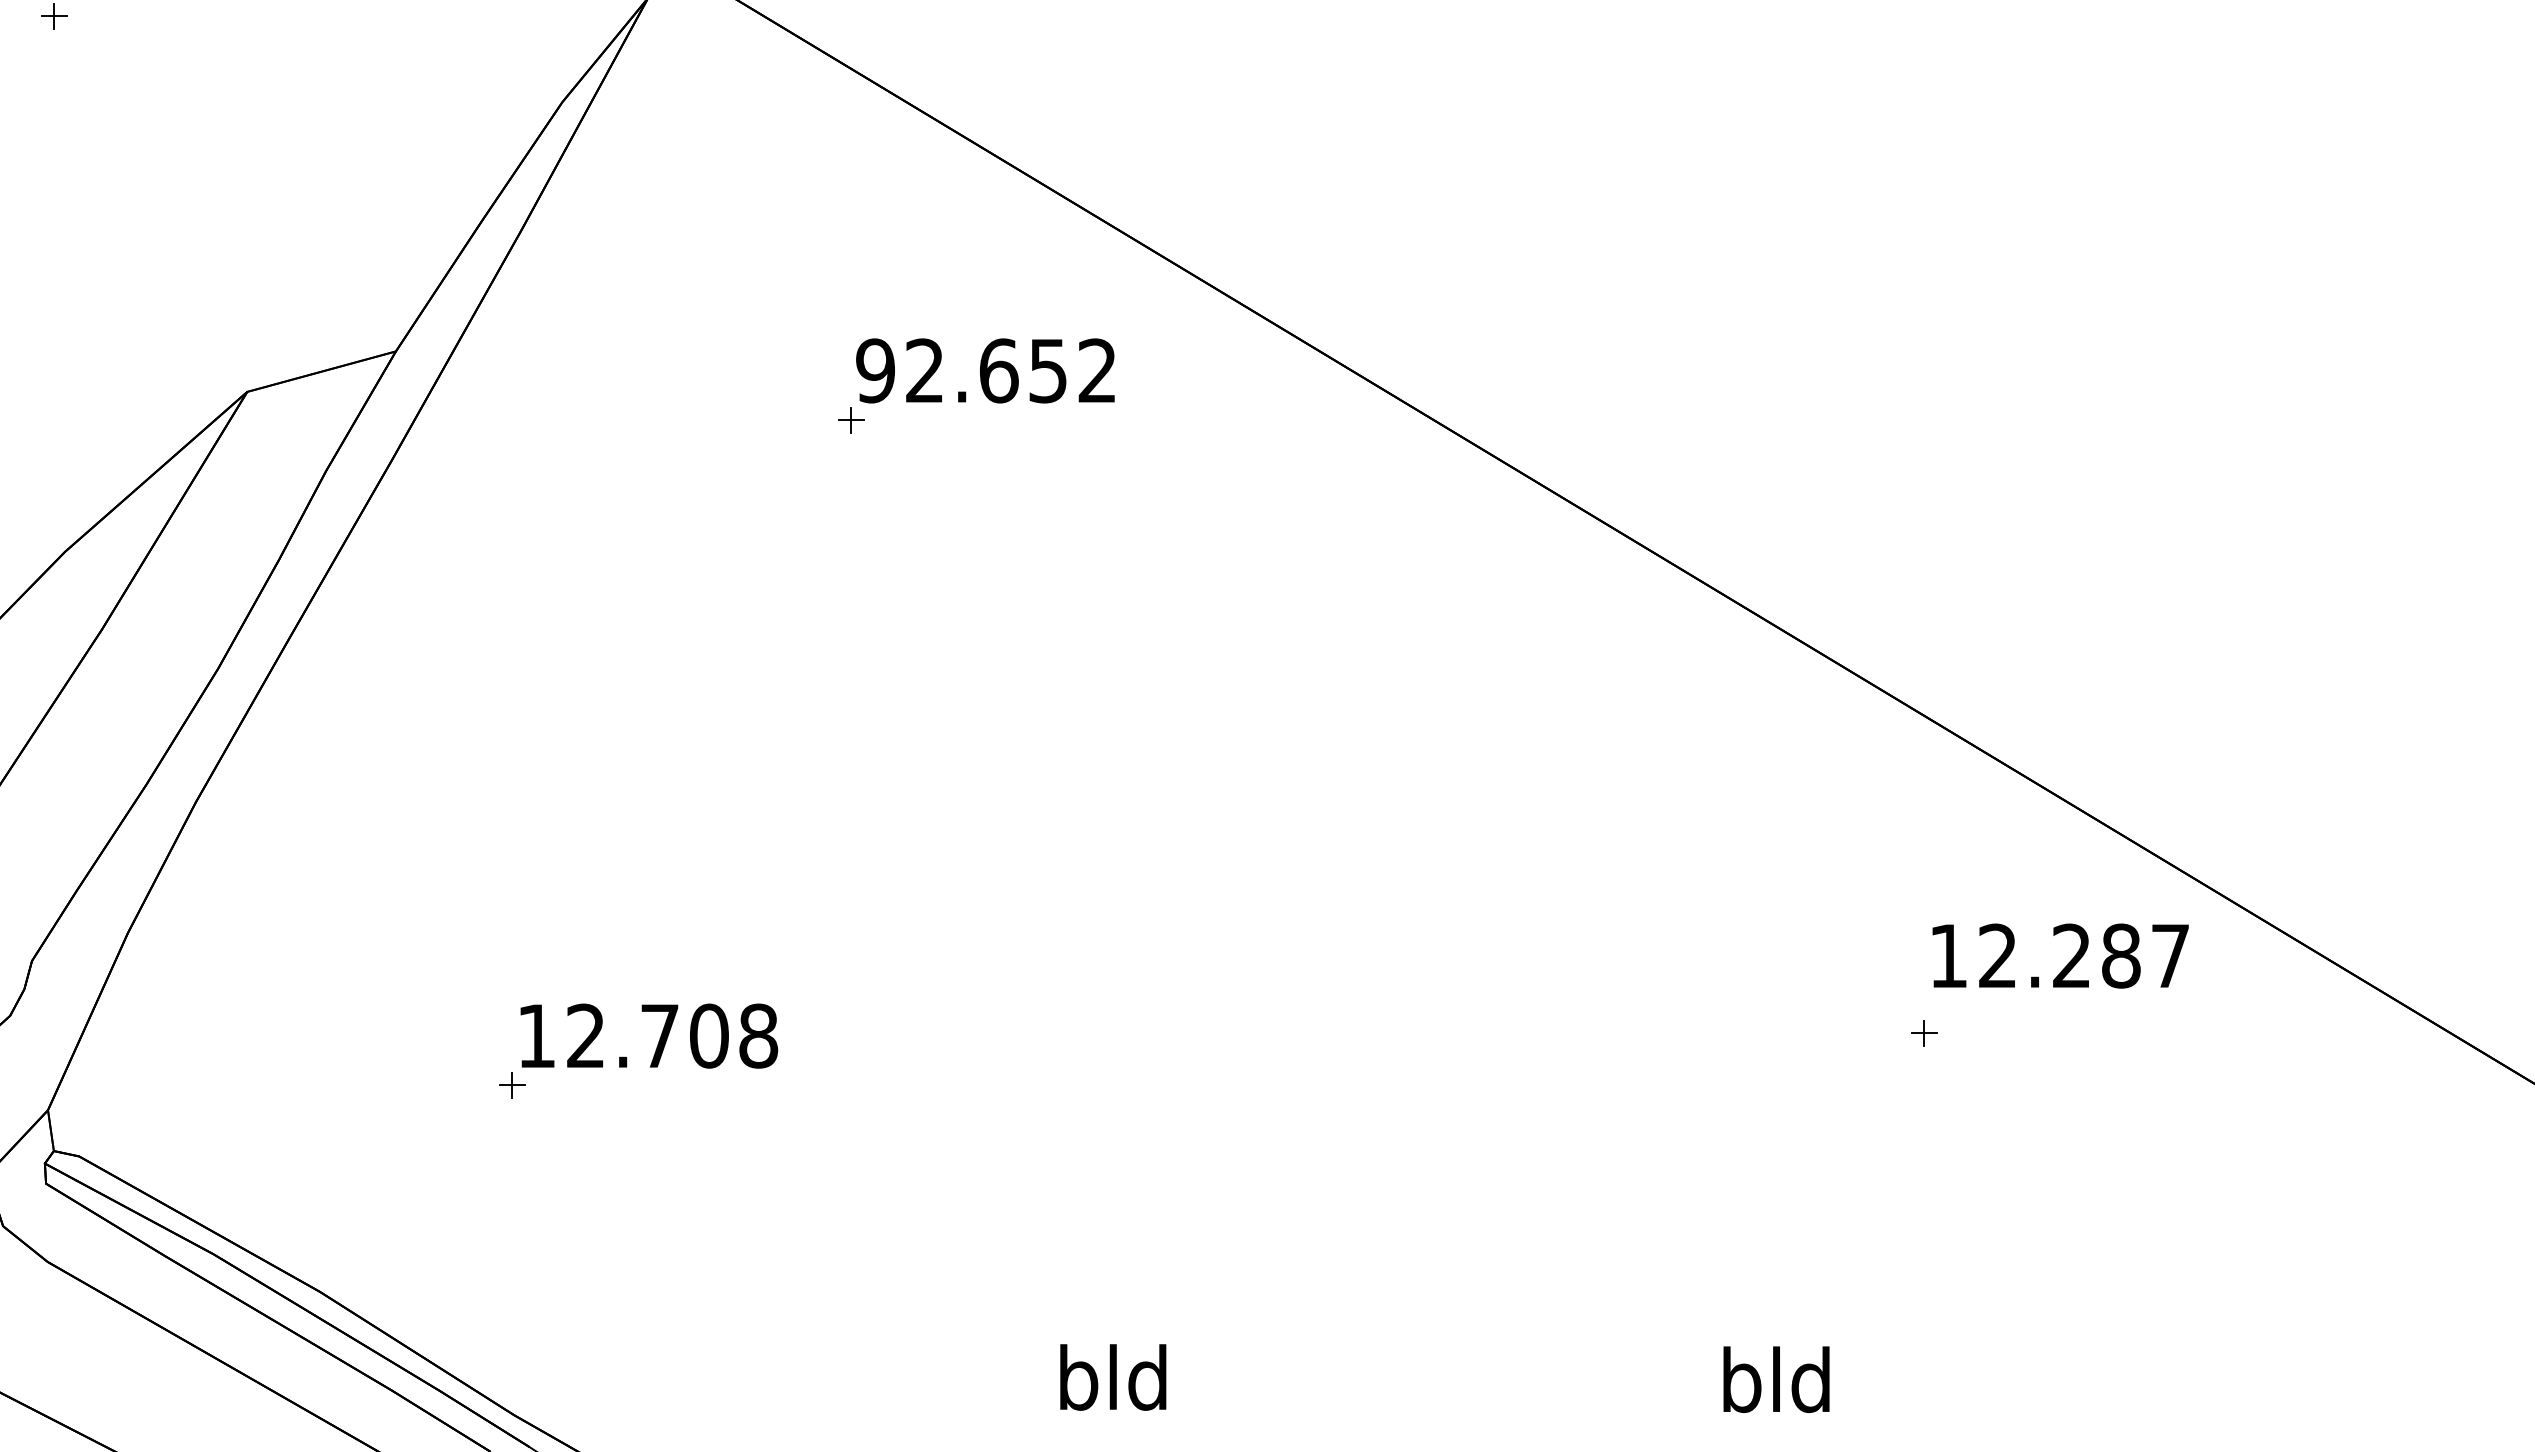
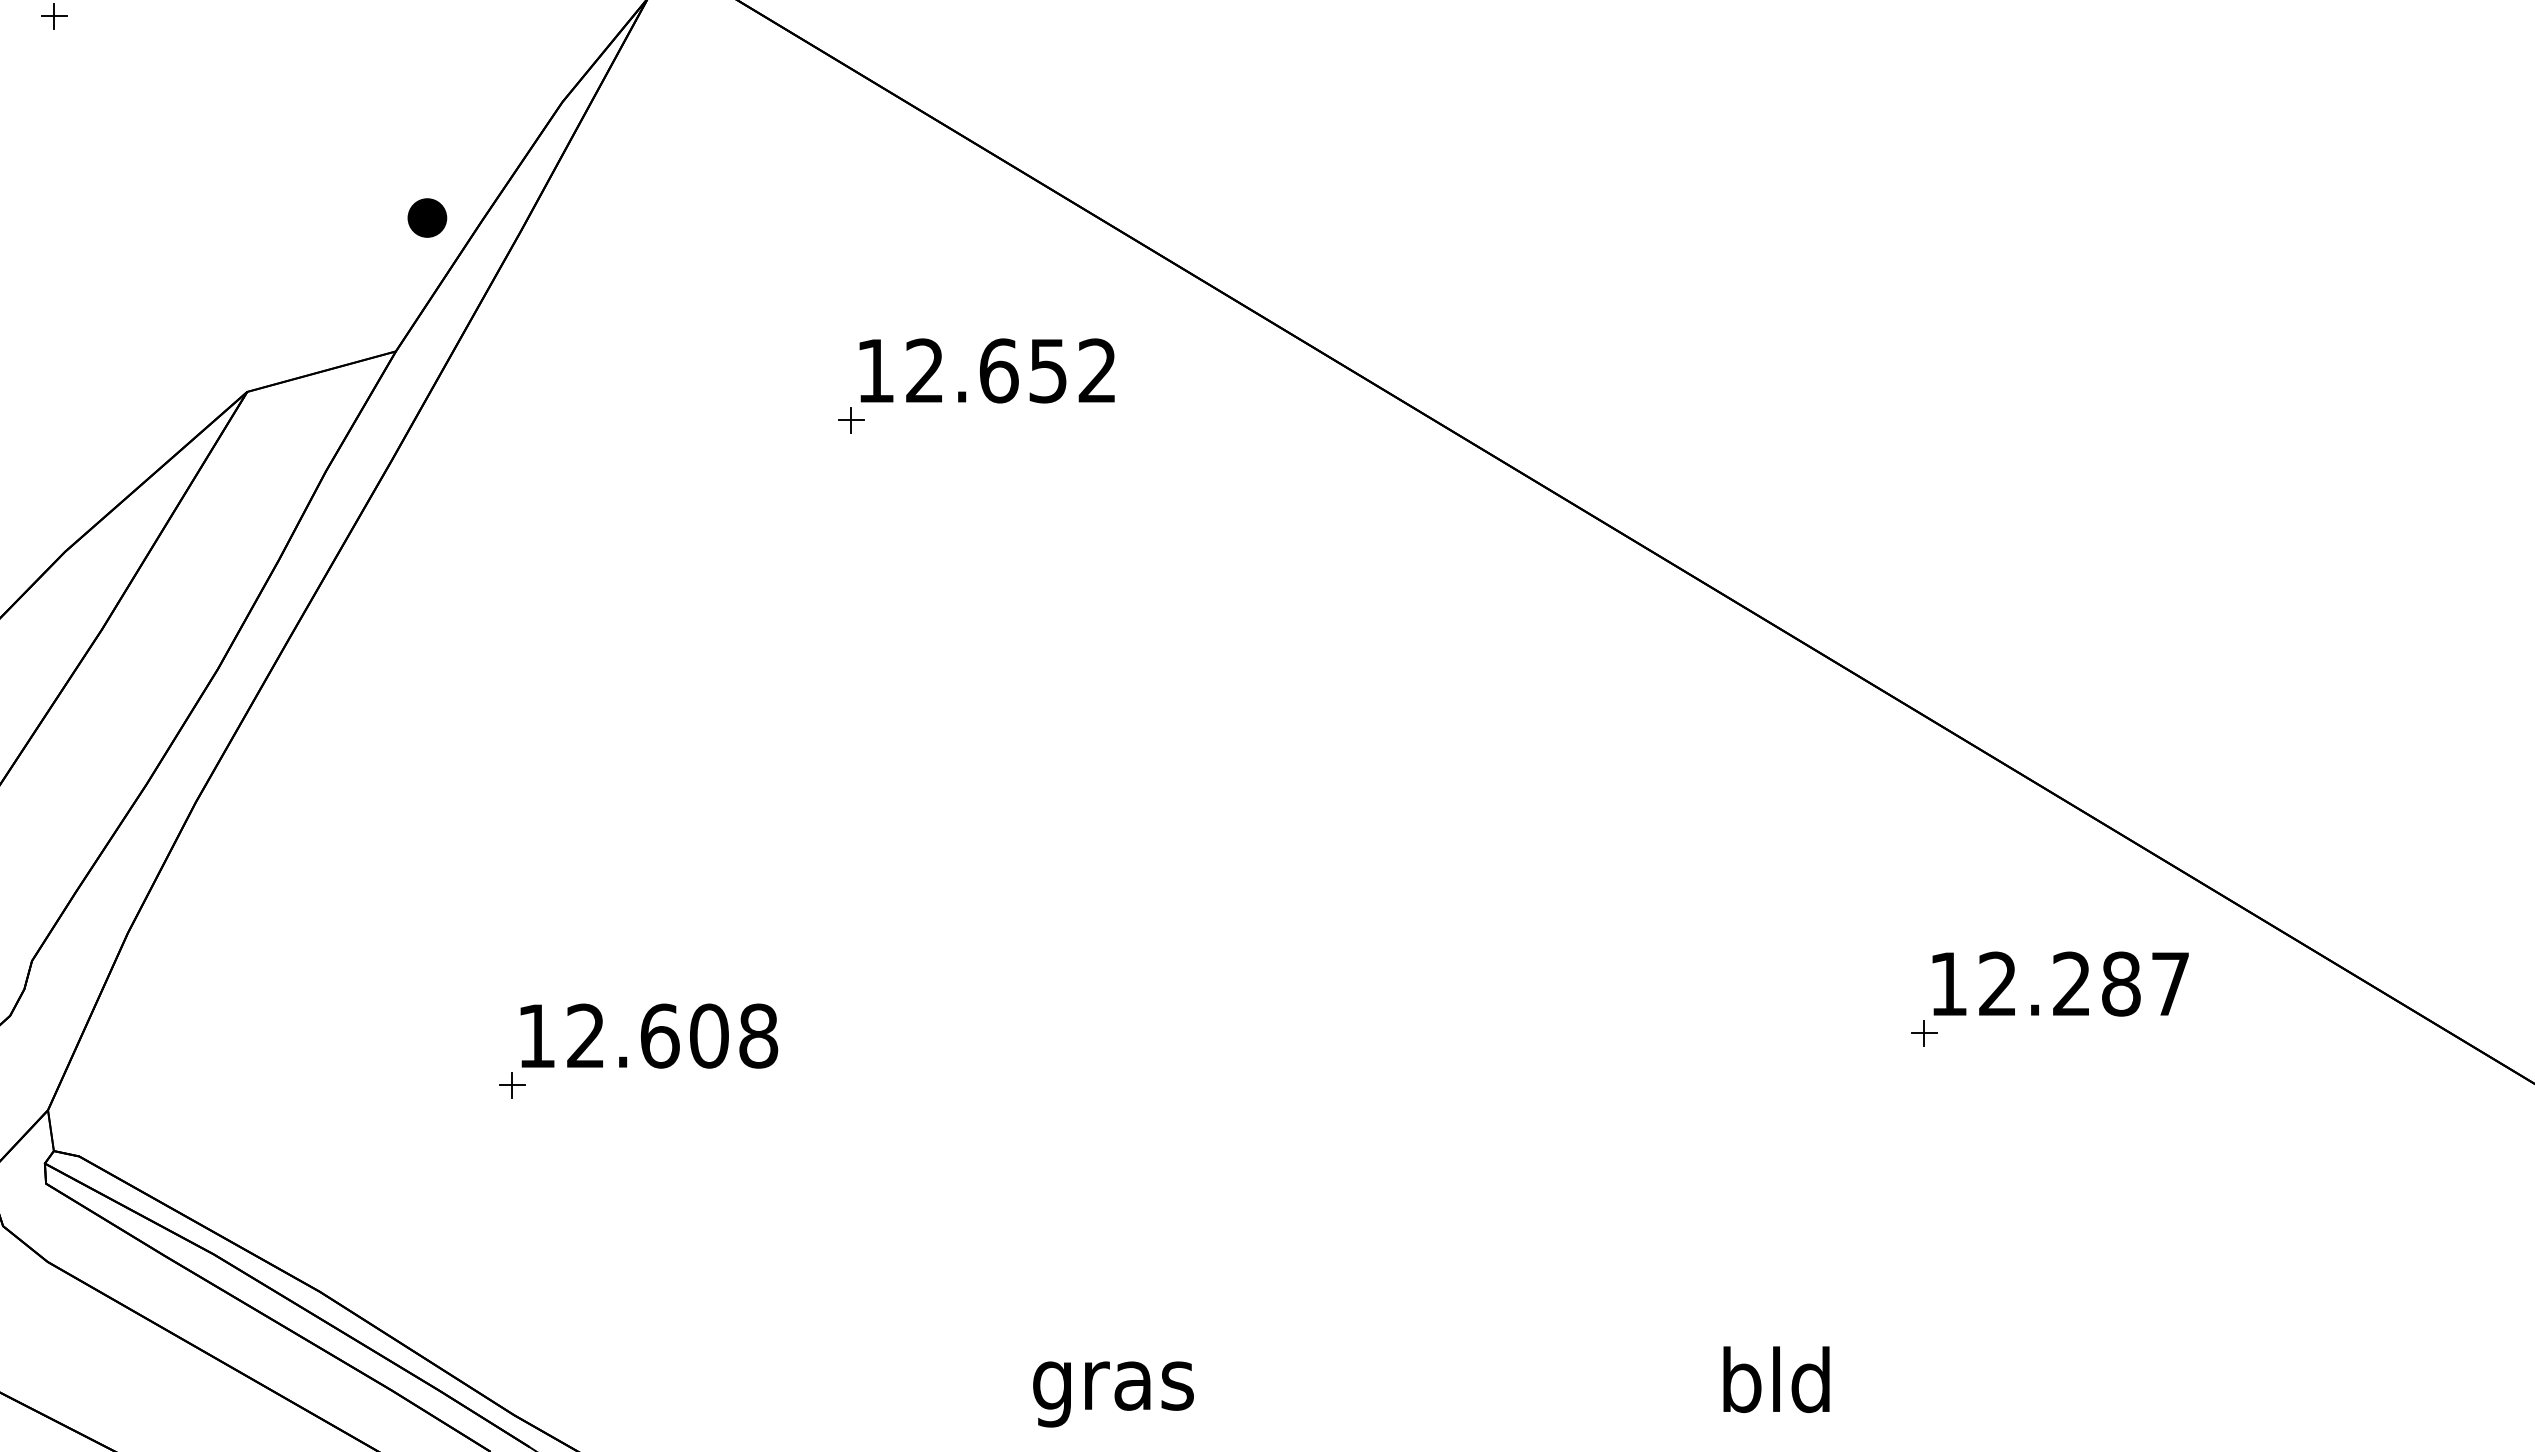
part at (427, 217): none -> present
text at (875, 370): 92.652 -> 12.652
text at (2060, 955) position: (2060, 955) -> (2060, 983)
text at (659, 1035): 12.708 -> 12.608
text at (1113, 1385): bld -> gras
